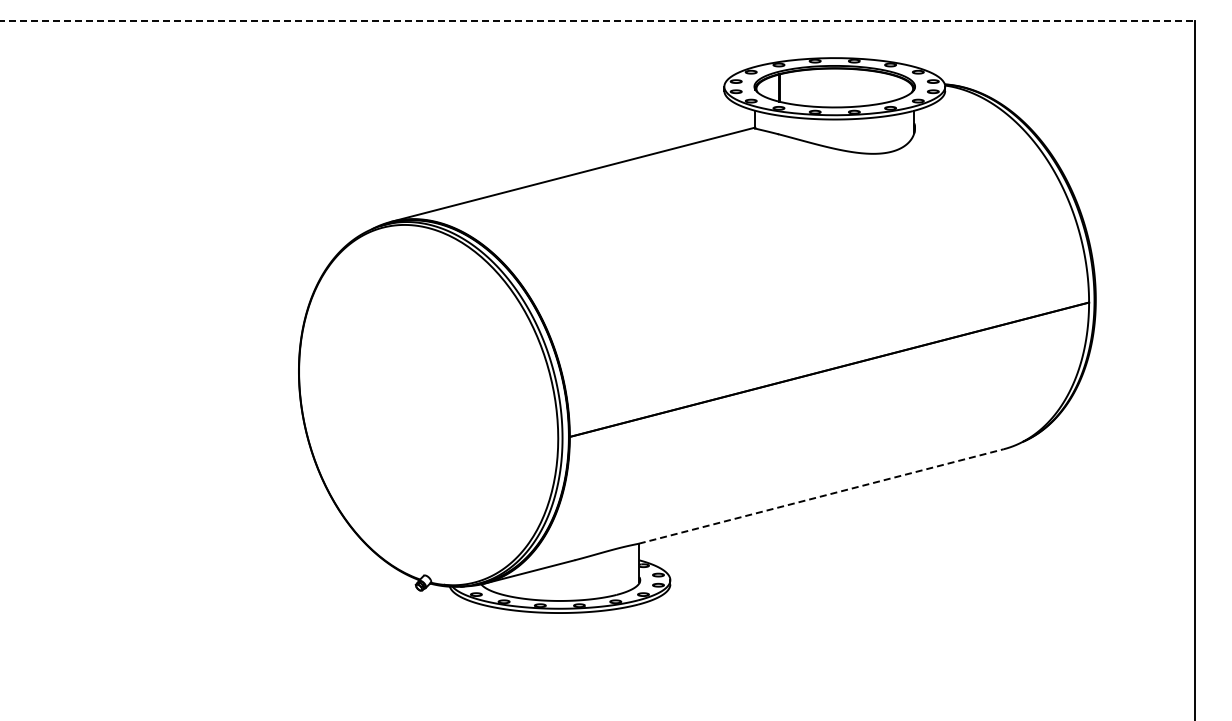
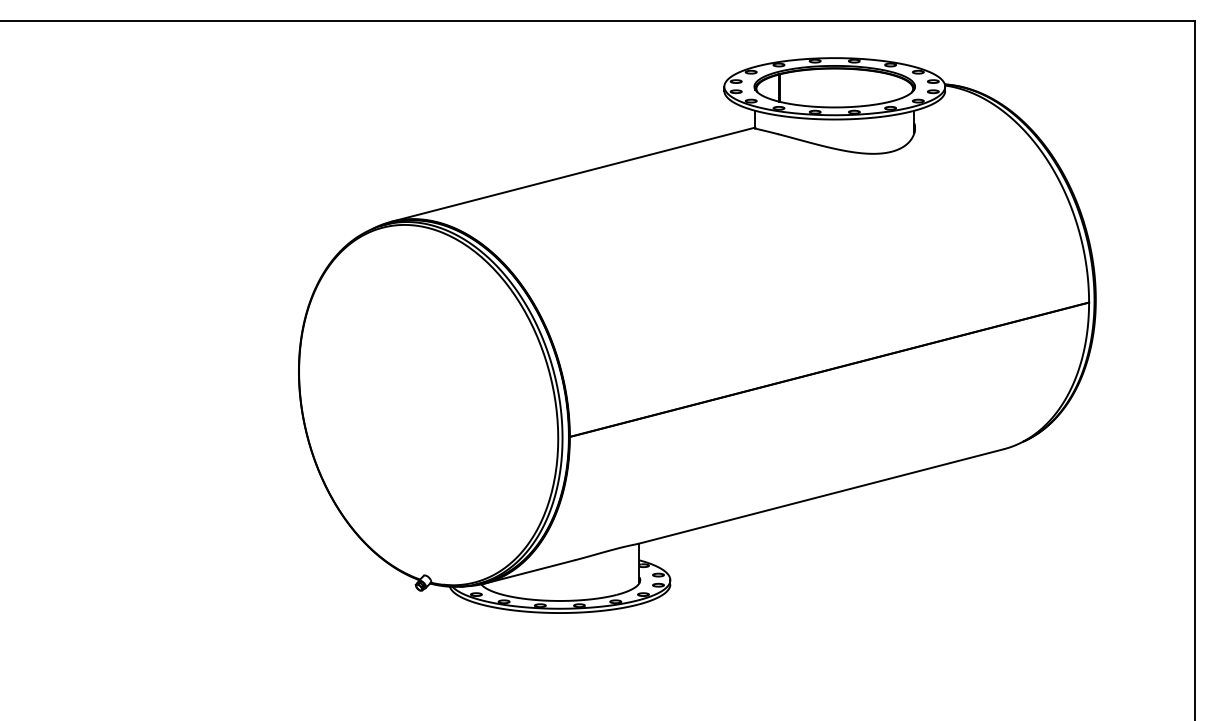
line at (598, 21): dashed -> solid
line at (821, 496): dashed -> solid
